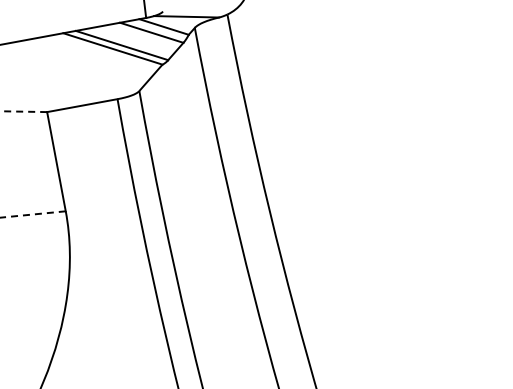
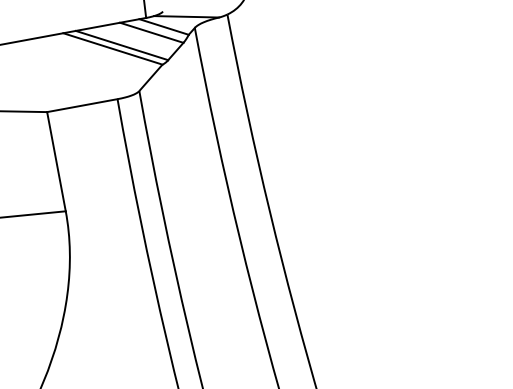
line at (23, 111): dashed -> solid
line at (33, 214): dashed -> solid
